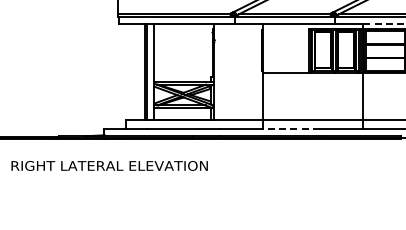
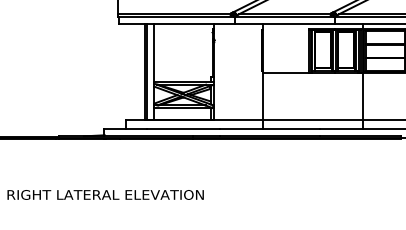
line at (385, 23): dashed -> solid
line at (291, 128): dashed -> solid
text at (109, 165) position: (109, 165) -> (105, 194)
